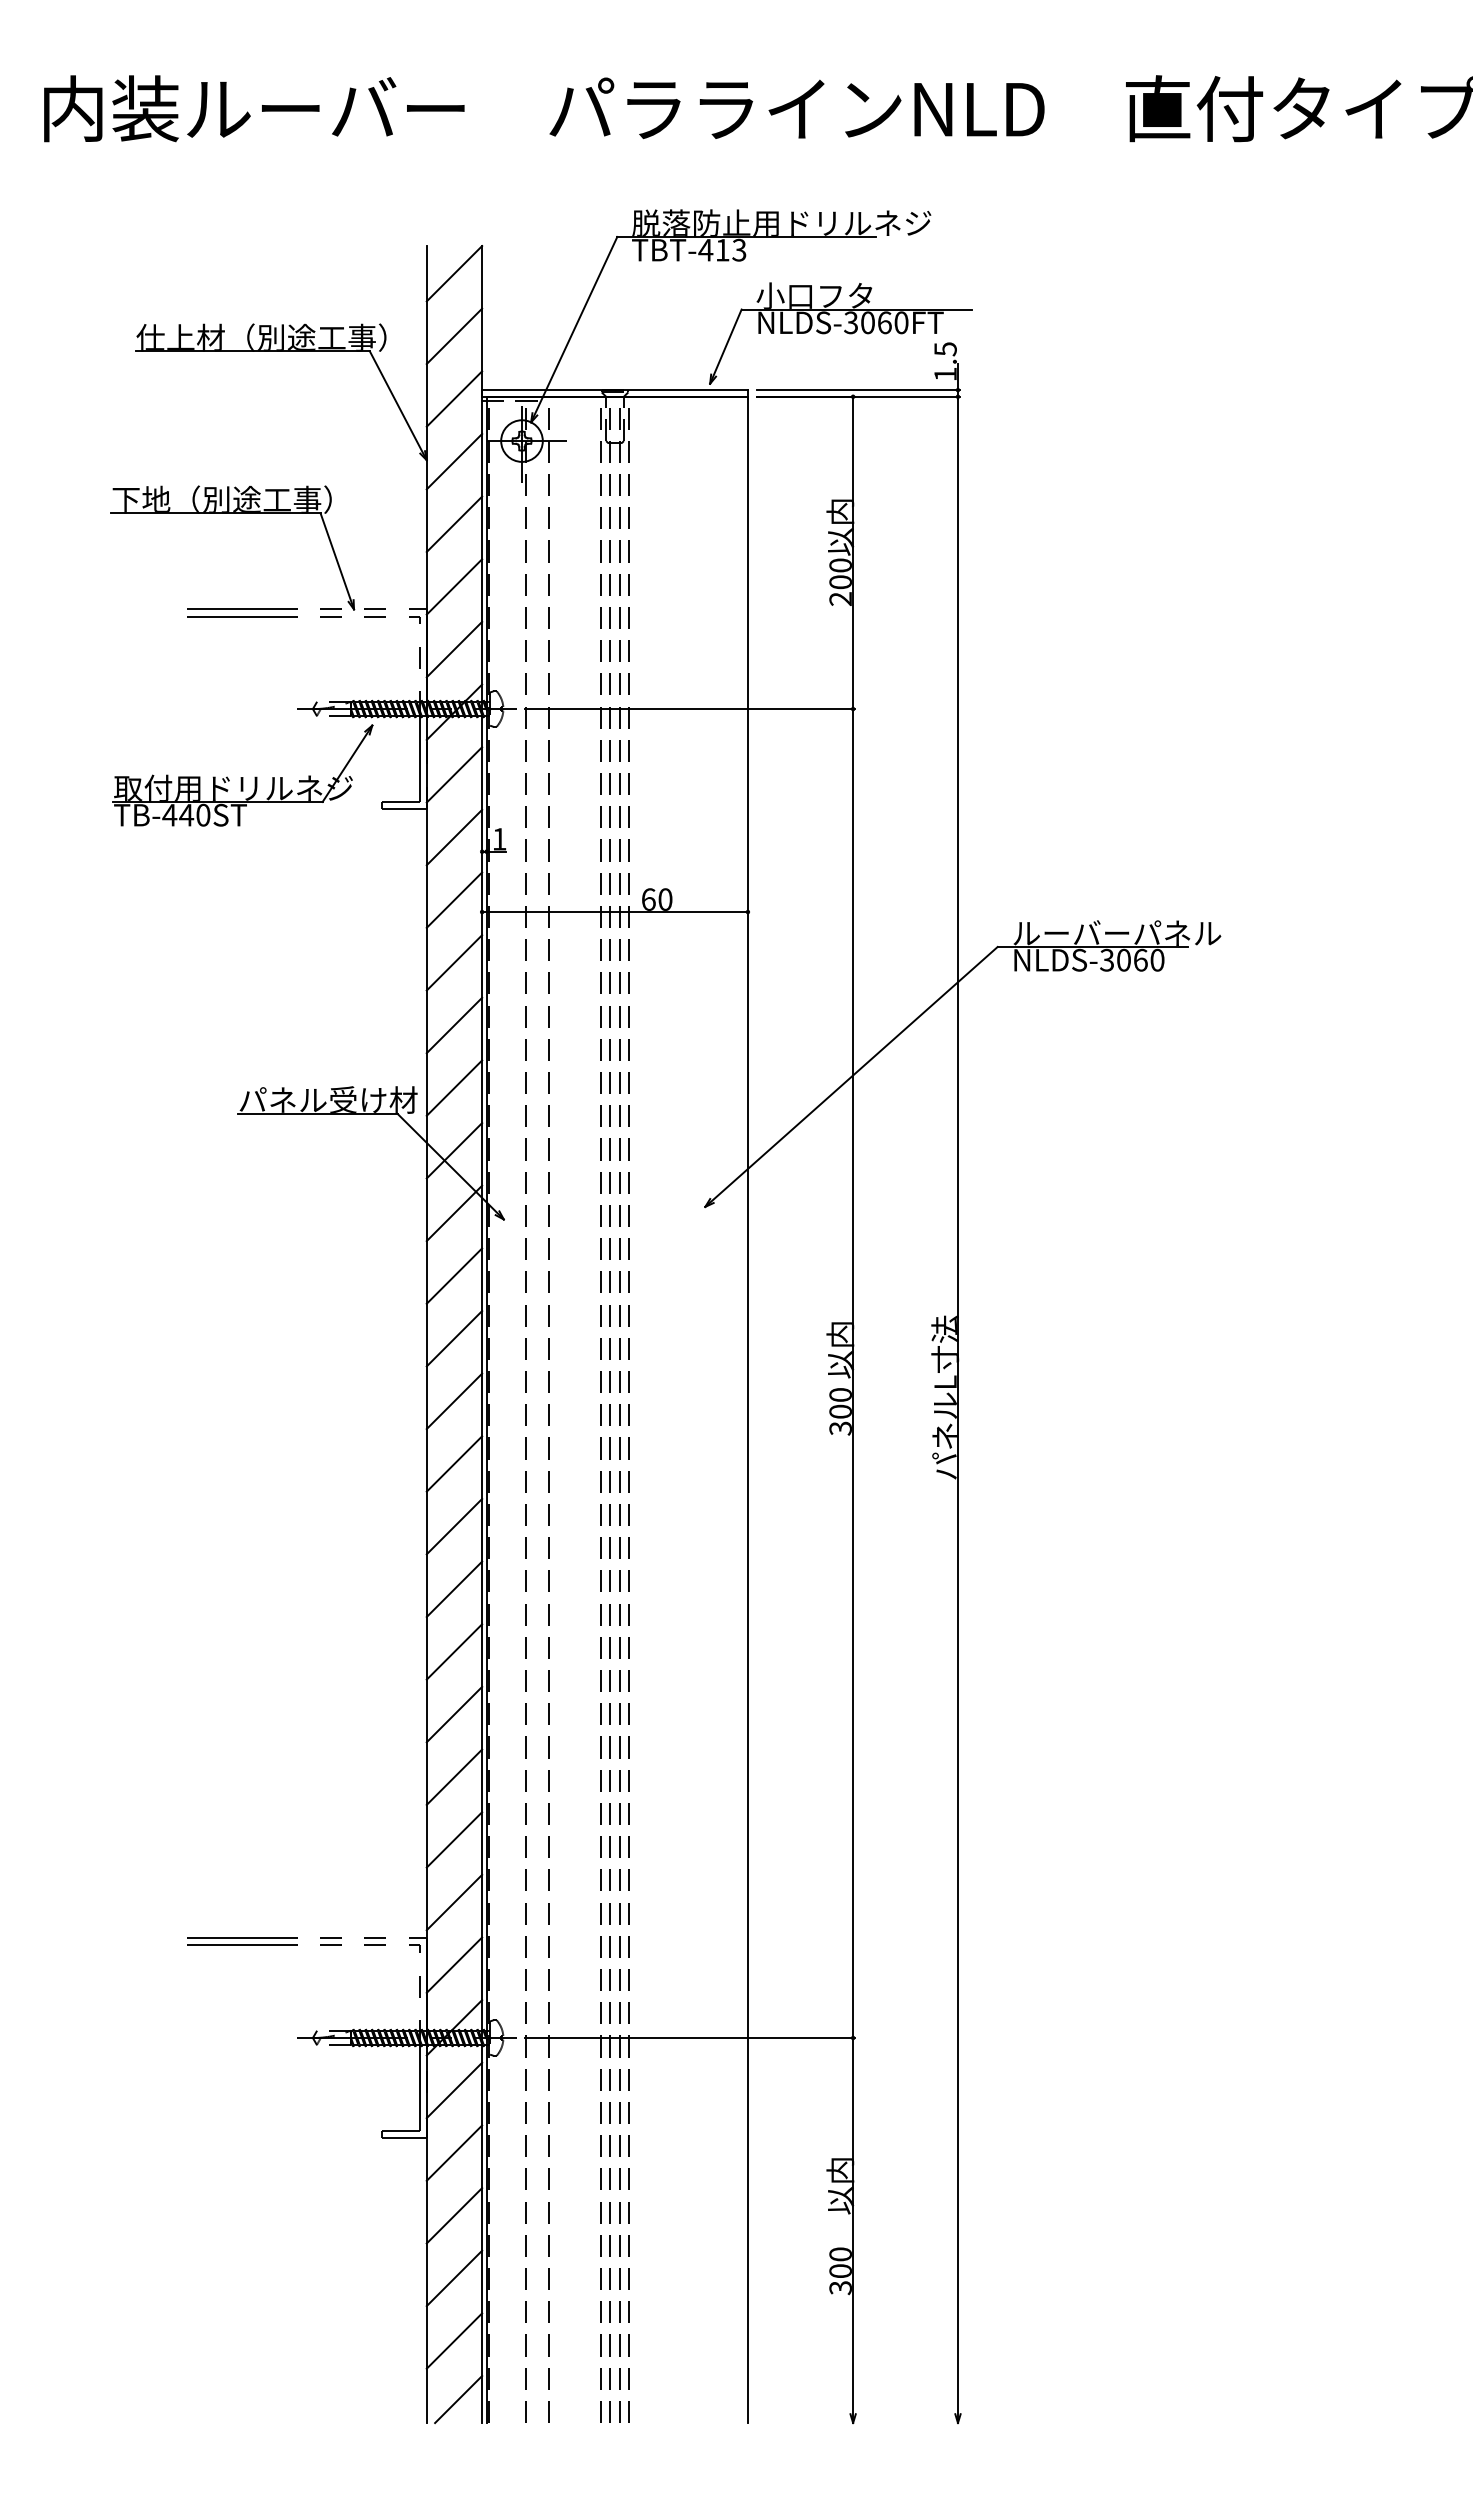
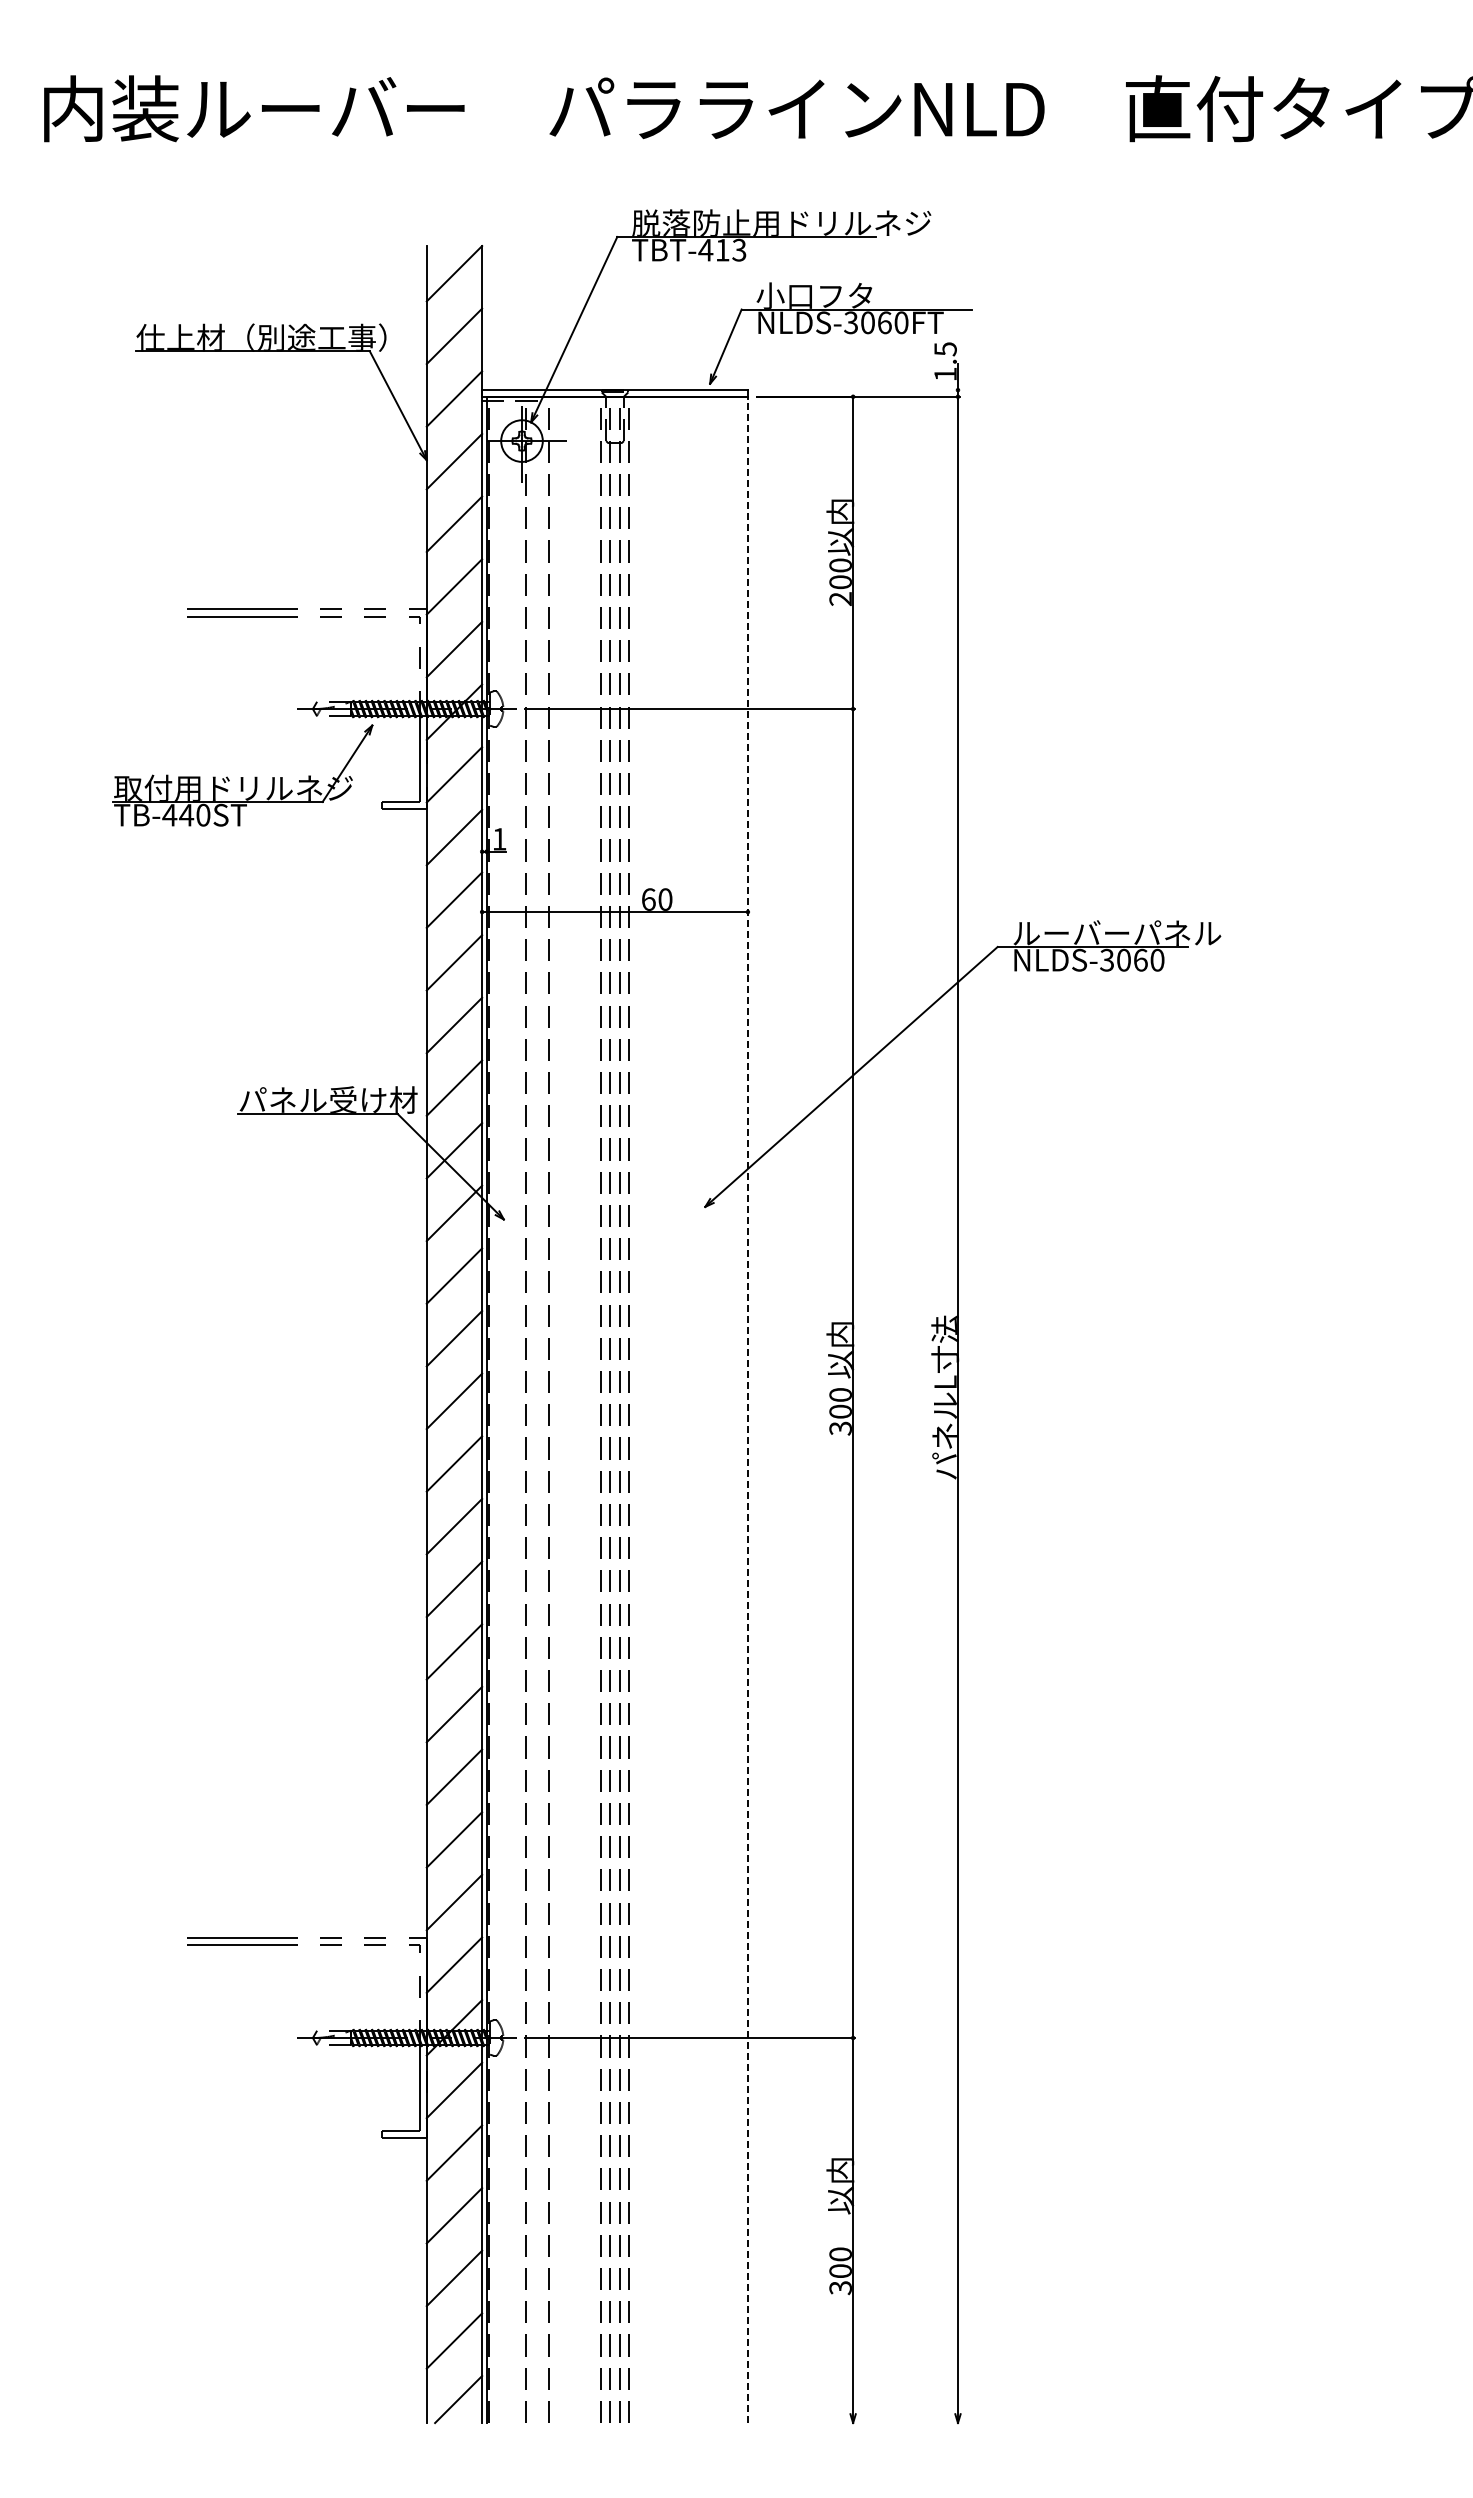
line at (858, 390): present -> none
part at (232, 513): present -> none
line at (747, 1410): solid -> dashed
